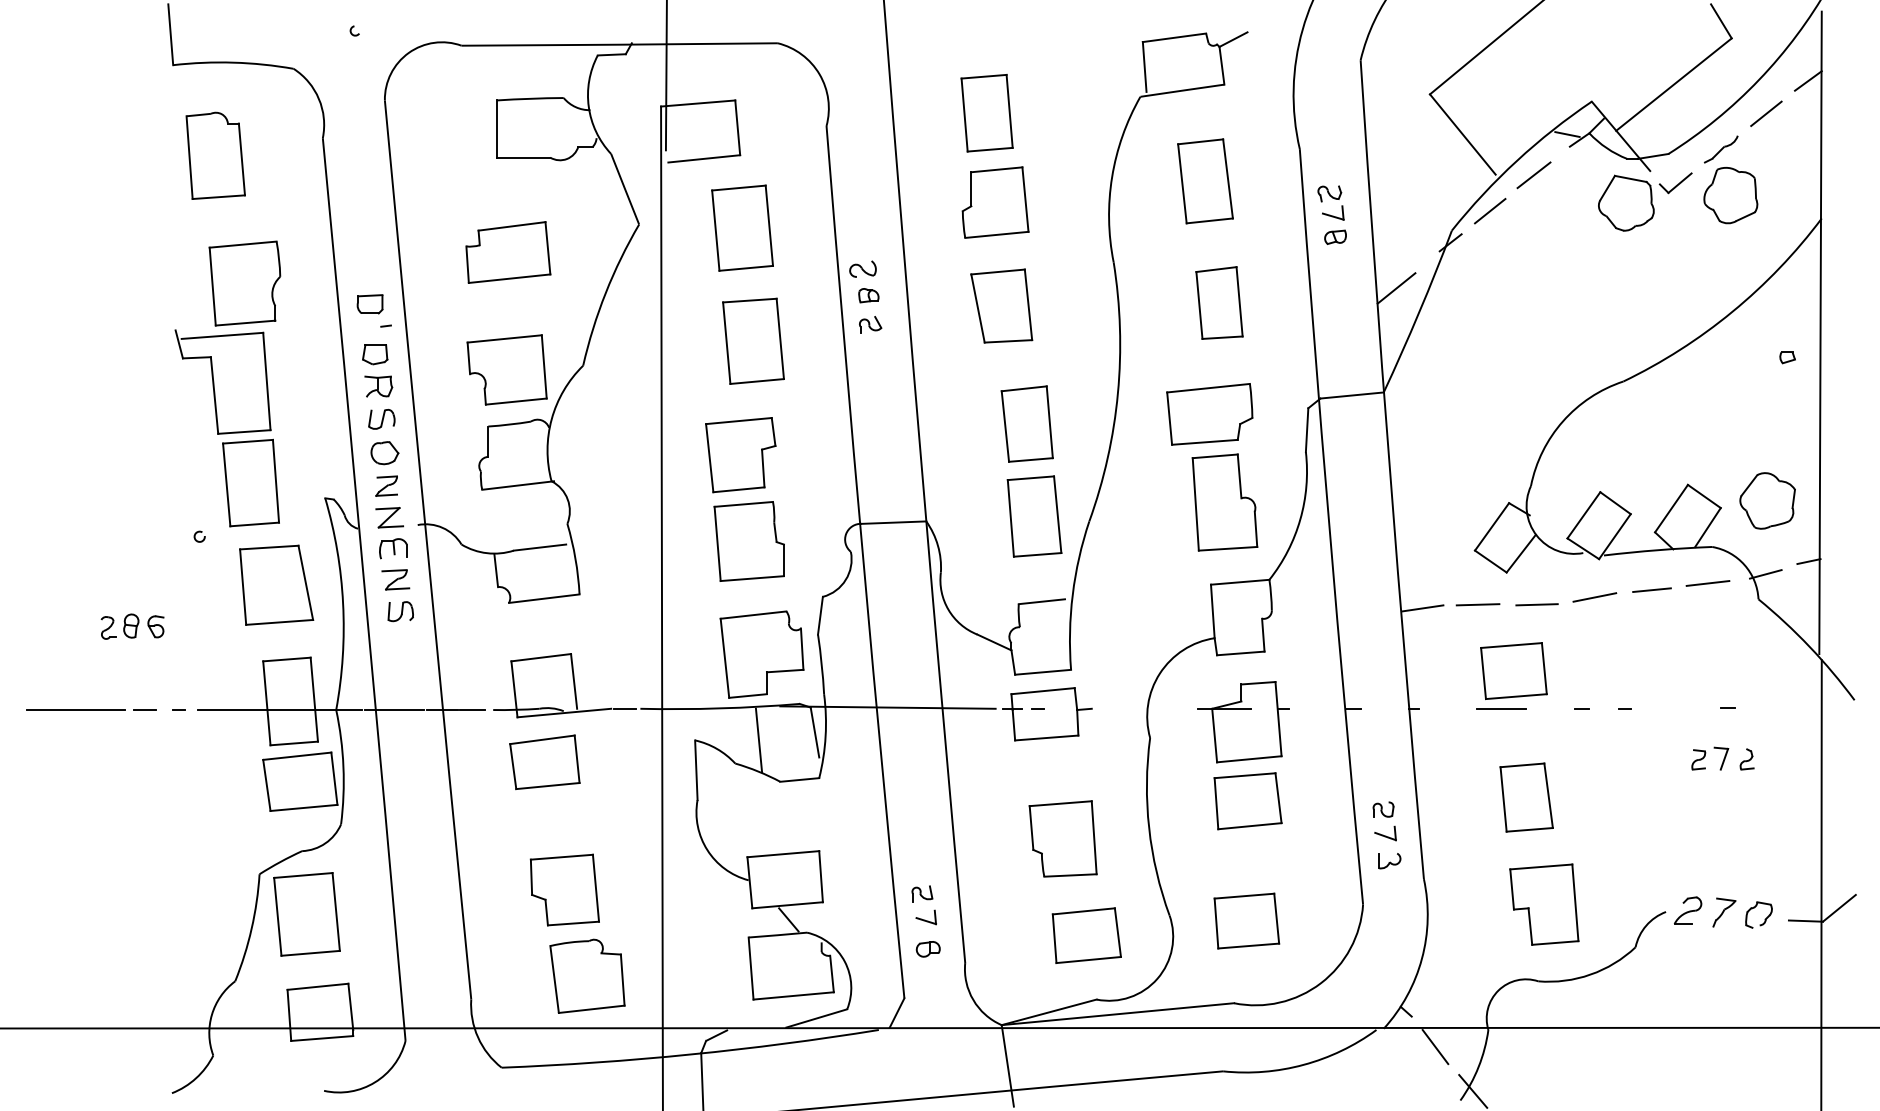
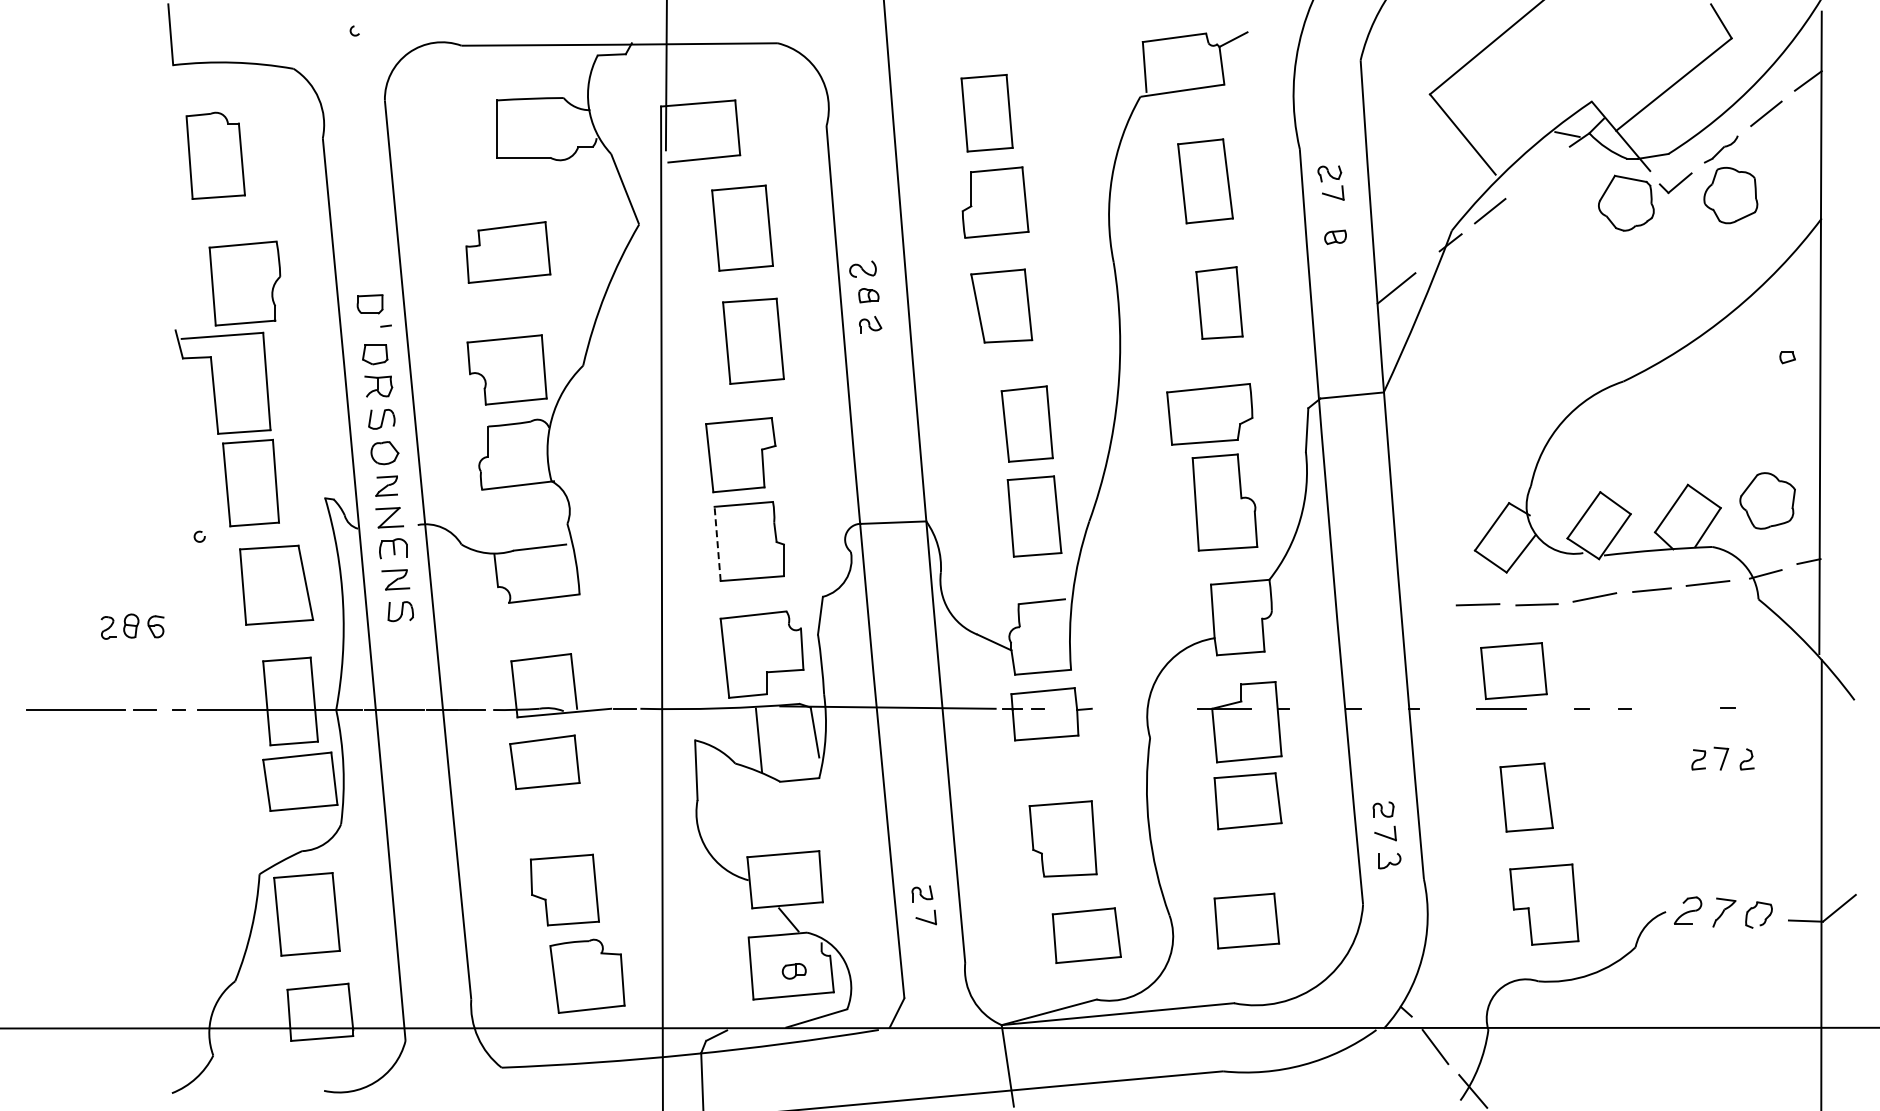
line at (1533, 175): present -> none
part at (1330, 202) position: (1330, 202) -> (1330, 182)
line at (717, 543): solid -> dashed
line at (1422, 608): present -> none
part at (927, 949) position: (927, 949) -> (793, 971)
